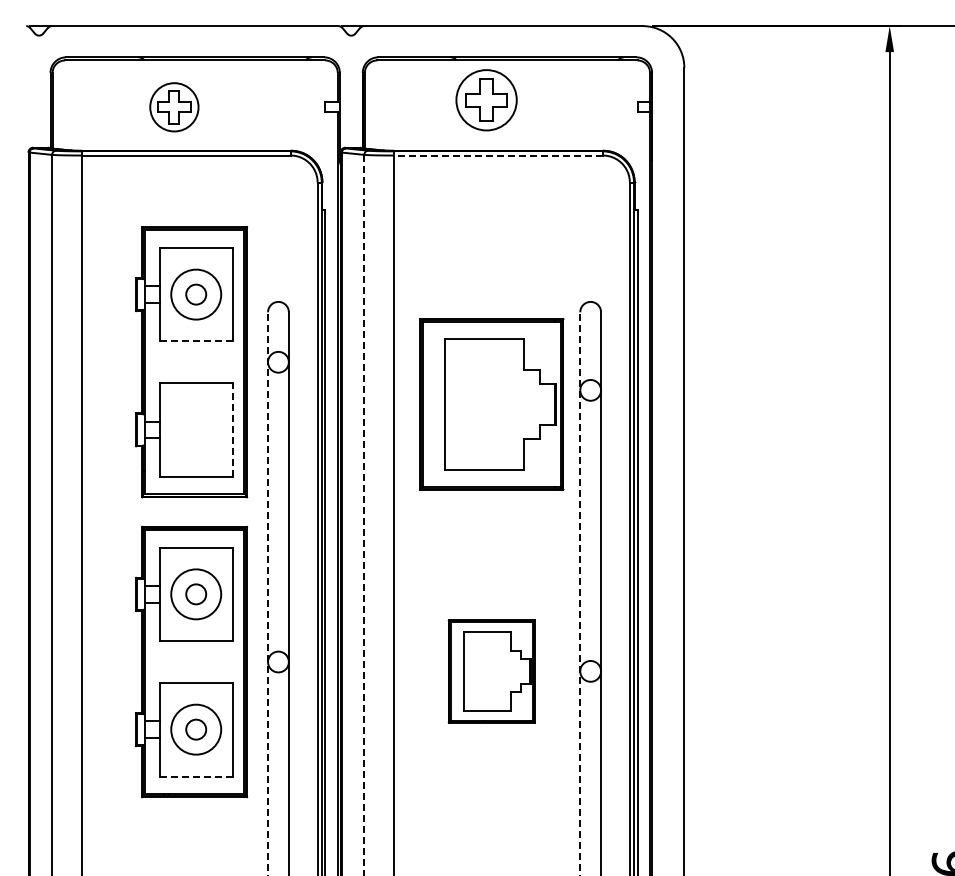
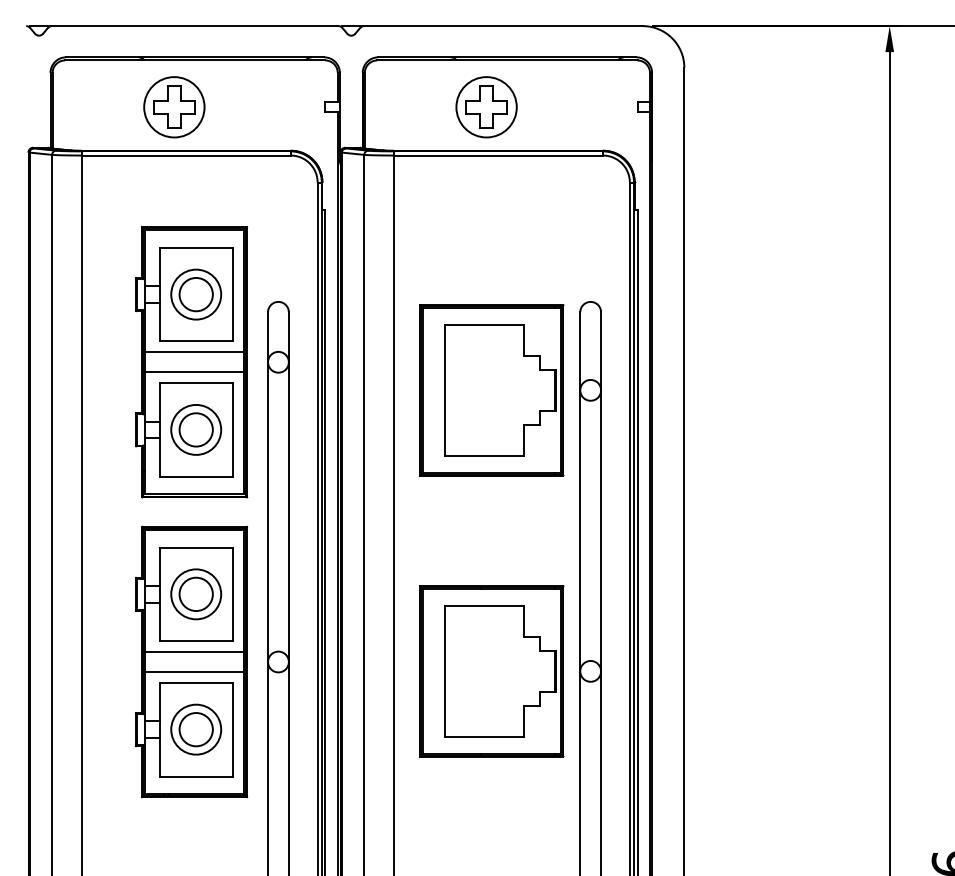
part at (486, 100) position: (486, 100) -> (486, 107)
part at (174, 107) size: 51x51 px -> 63x63 px
line at (497, 155): dashed -> solid
circle at (196, 294) diameter: 20 px -> 33 px
line at (196, 341): dashed -> solid
line at (194, 352): none -> present
line at (194, 372): none -> present
part at (491, 404) position: (491, 404) -> (491, 390)
part at (196, 429): none -> present
line at (232, 429): dashed -> solid
line at (364, 515): dashed -> solid
circle at (196, 594) diameter: 20 px -> 33 px
line at (268, 594): dashed -> solid
line at (580, 594): dashed -> solid
line at (194, 652): none -> present
line at (194, 671): none -> present
part at (491, 671) size: 89x105 px -> 146x173 px
circle at (196, 729) diameter: 20 px -> 33 px
line at (196, 776): dashed -> solid
